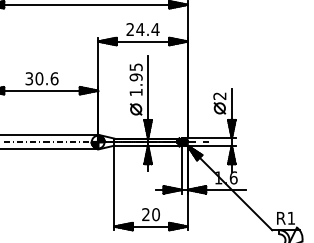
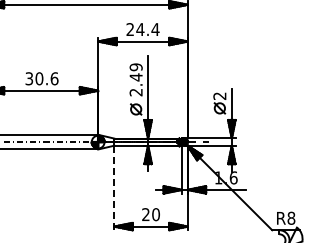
text at (135, 79): 1.95 -> 2.49
line at (114, 188): solid -> dashed
text at (291, 217): R1 -> R8
